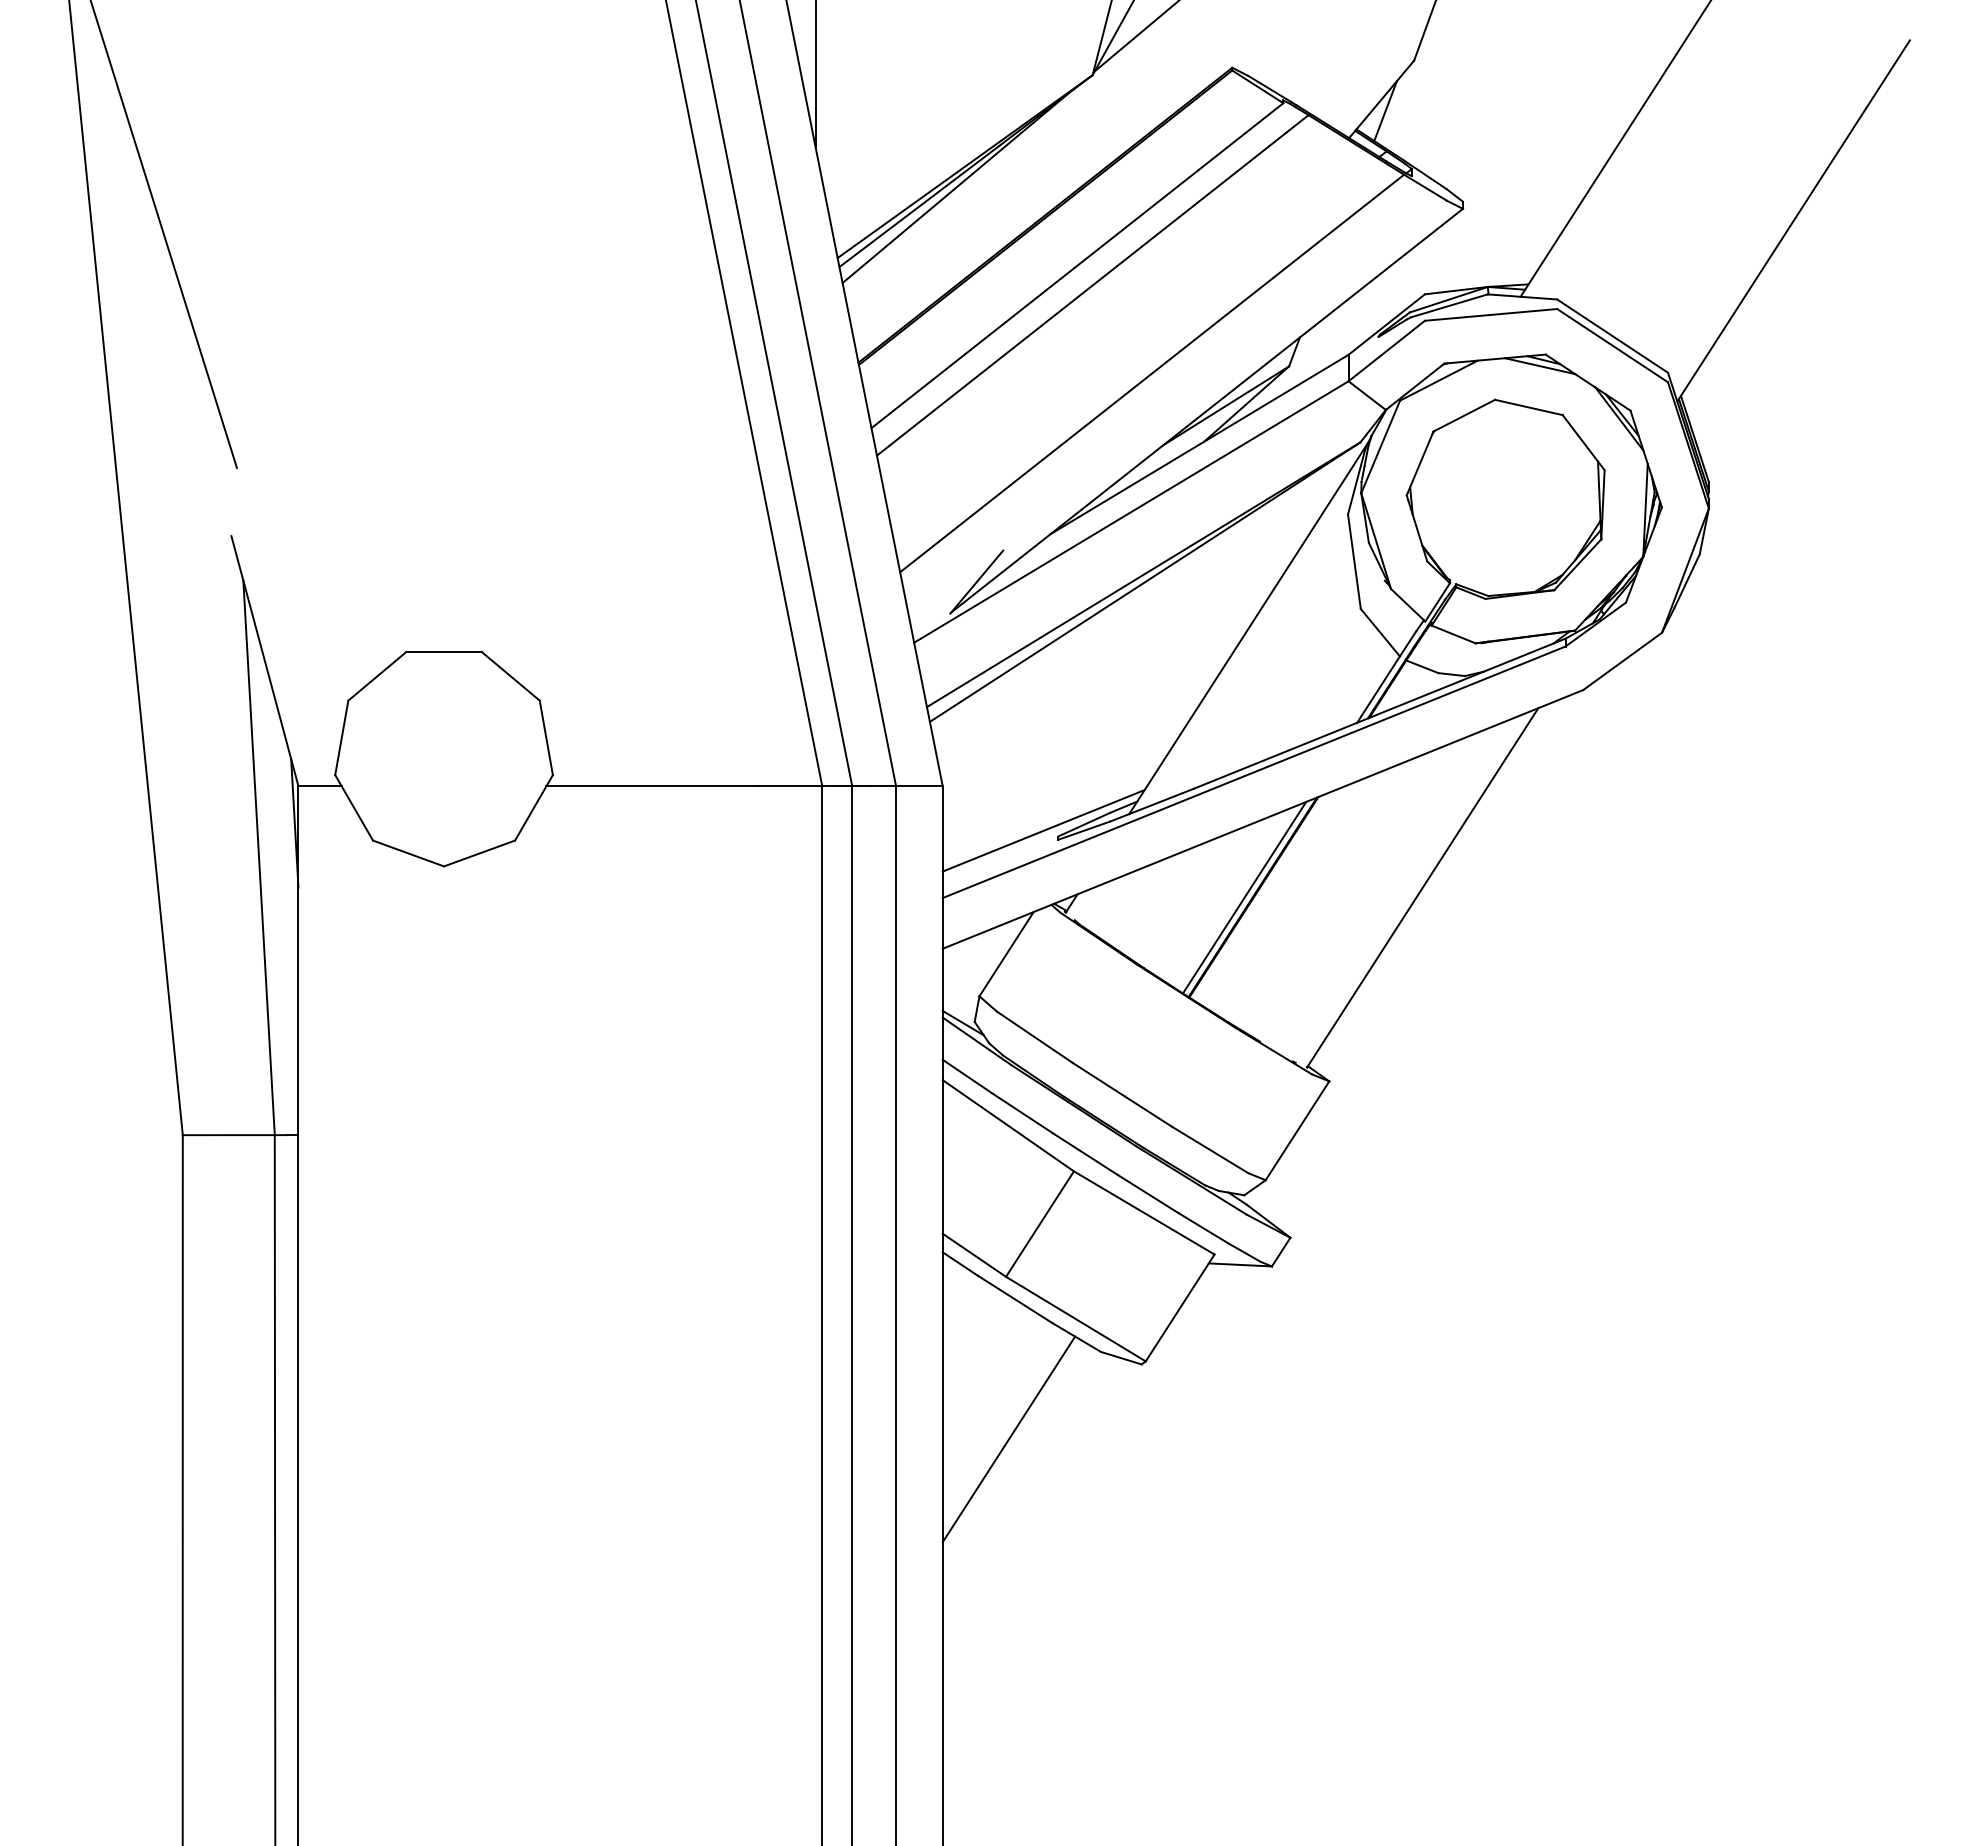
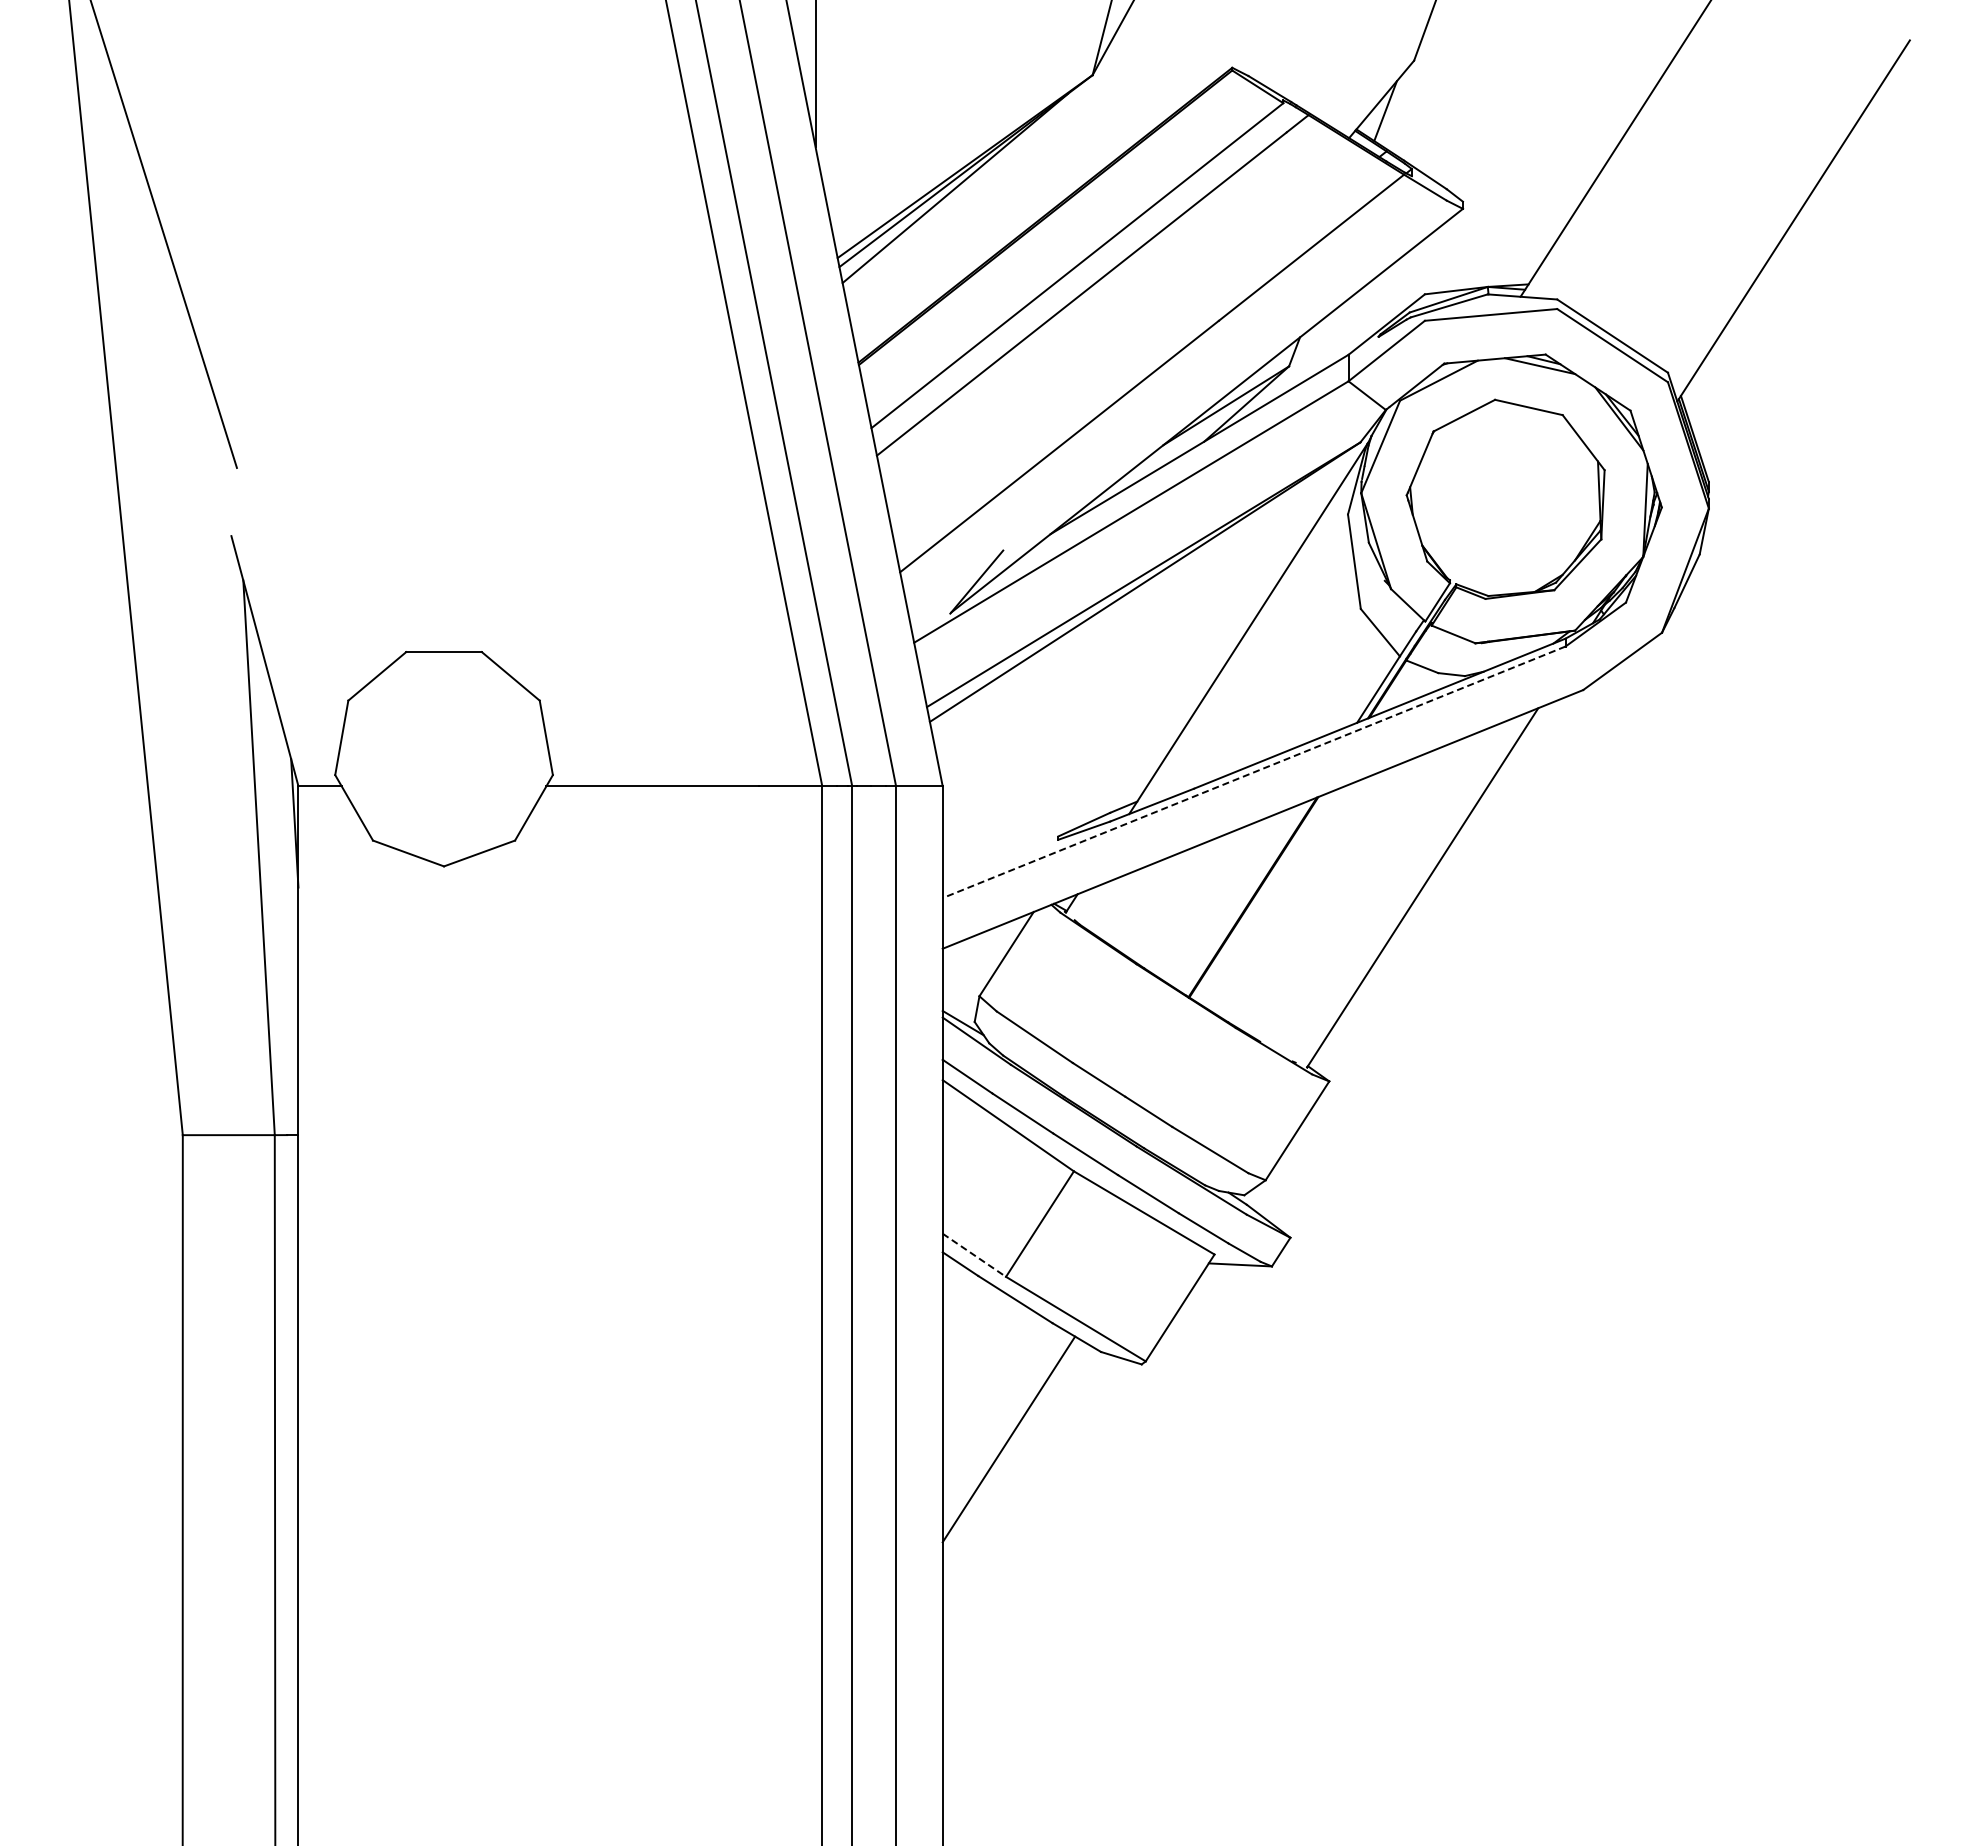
line at (1135, 36): present -> none
line at (1254, 772): solid -> dashed
line at (1043, 830): present -> none
line at (1244, 897): present -> none
line at (974, 1255): solid -> dashed
